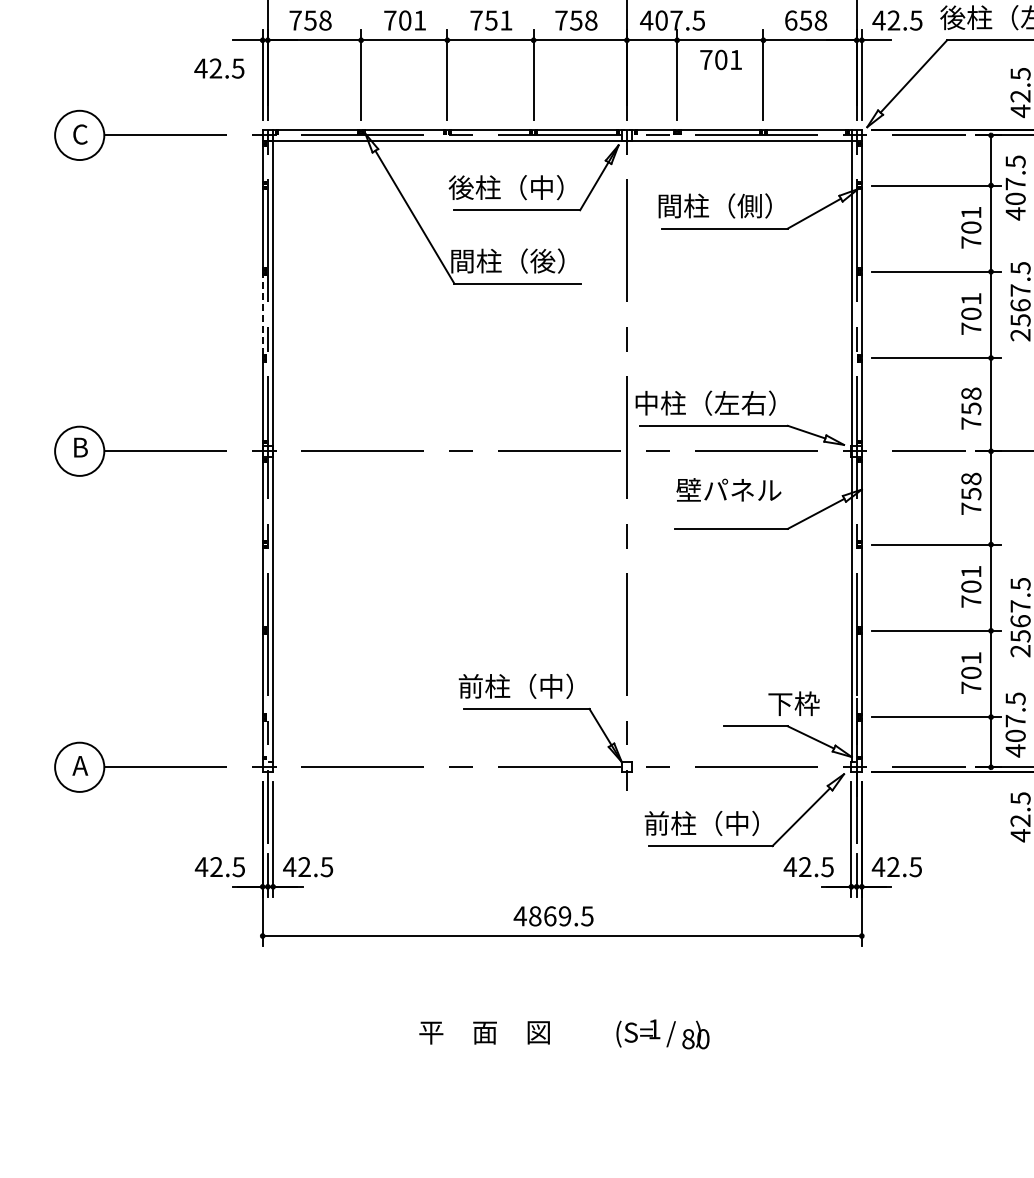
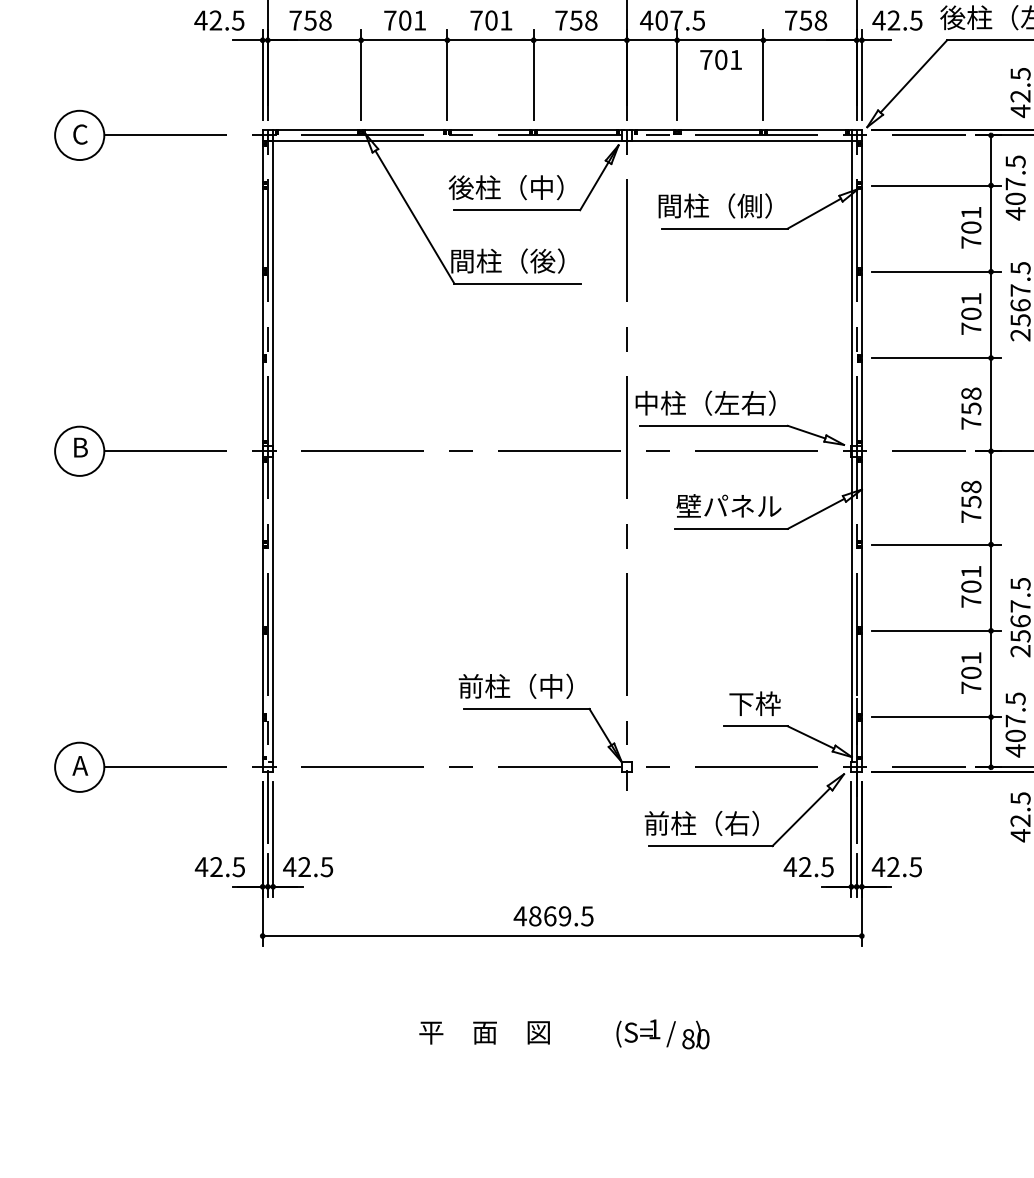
text at (491, 20): 751 -> 701
text at (791, 20): 658 -> 758
text at (219, 68) position: (219, 68) -> (219, 20)
line at (262, 314): dashed -> solid
text at (728, 489) position: (728, 489) -> (728, 505)
text at (971, 493) position: (971, 493) -> (971, 501)
text at (793, 703) position: (793, 703) -> (754, 703)
text at (737, 823): 前柱（中） -> 前柱（右）
